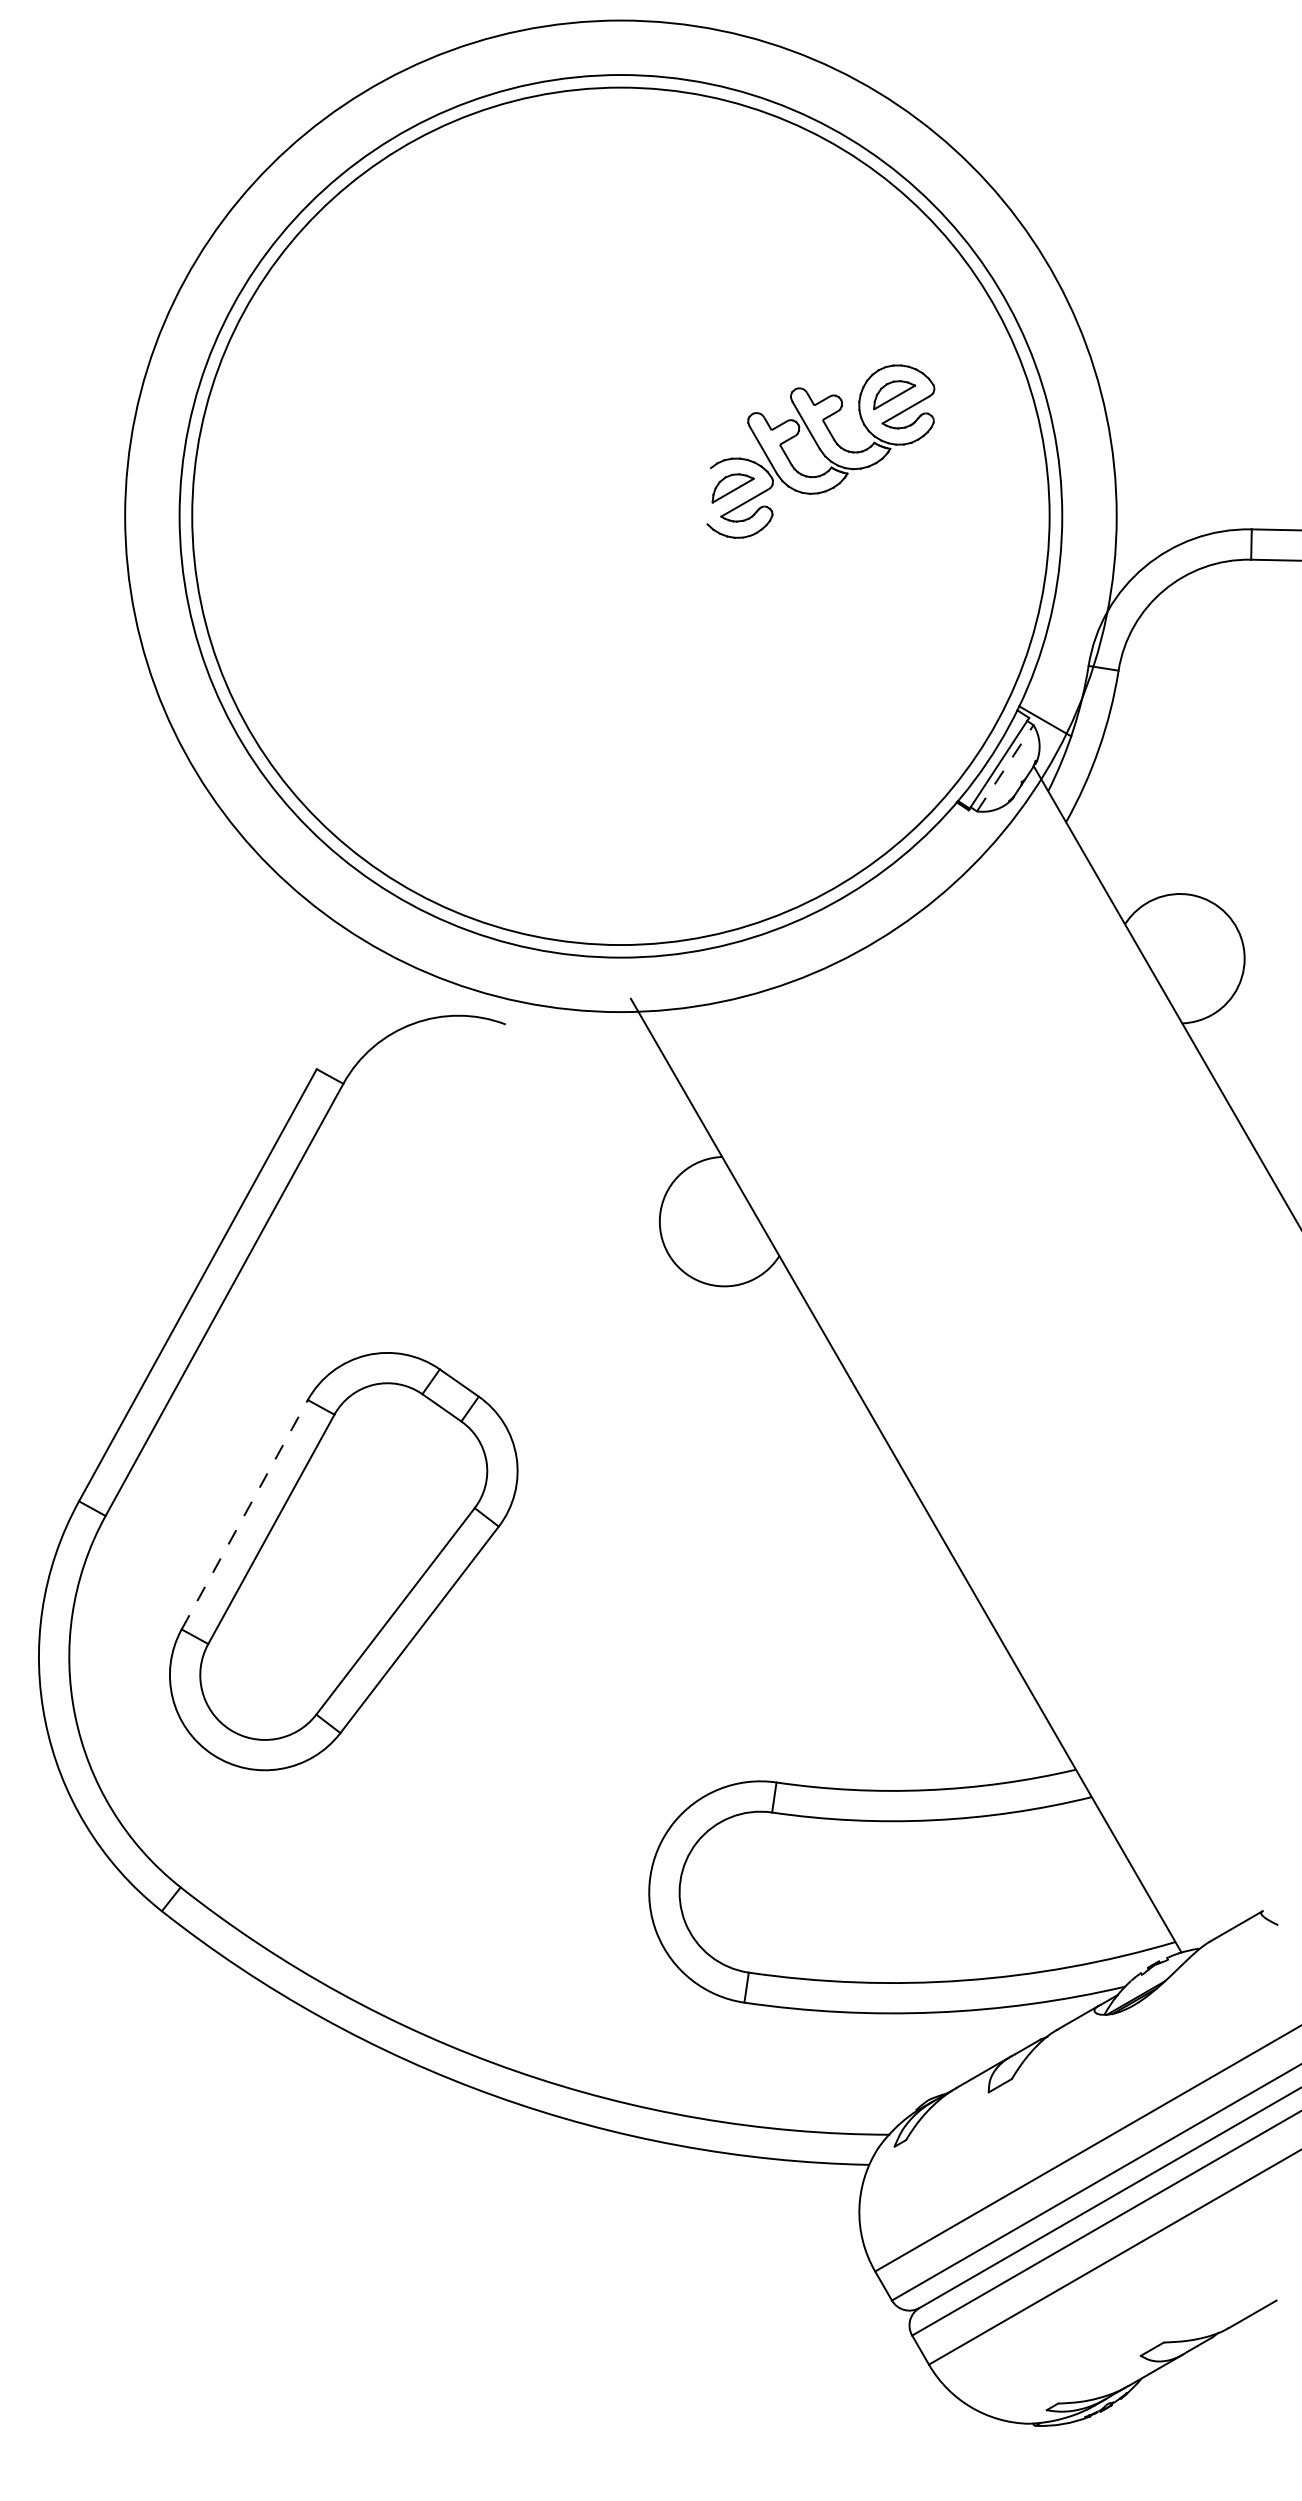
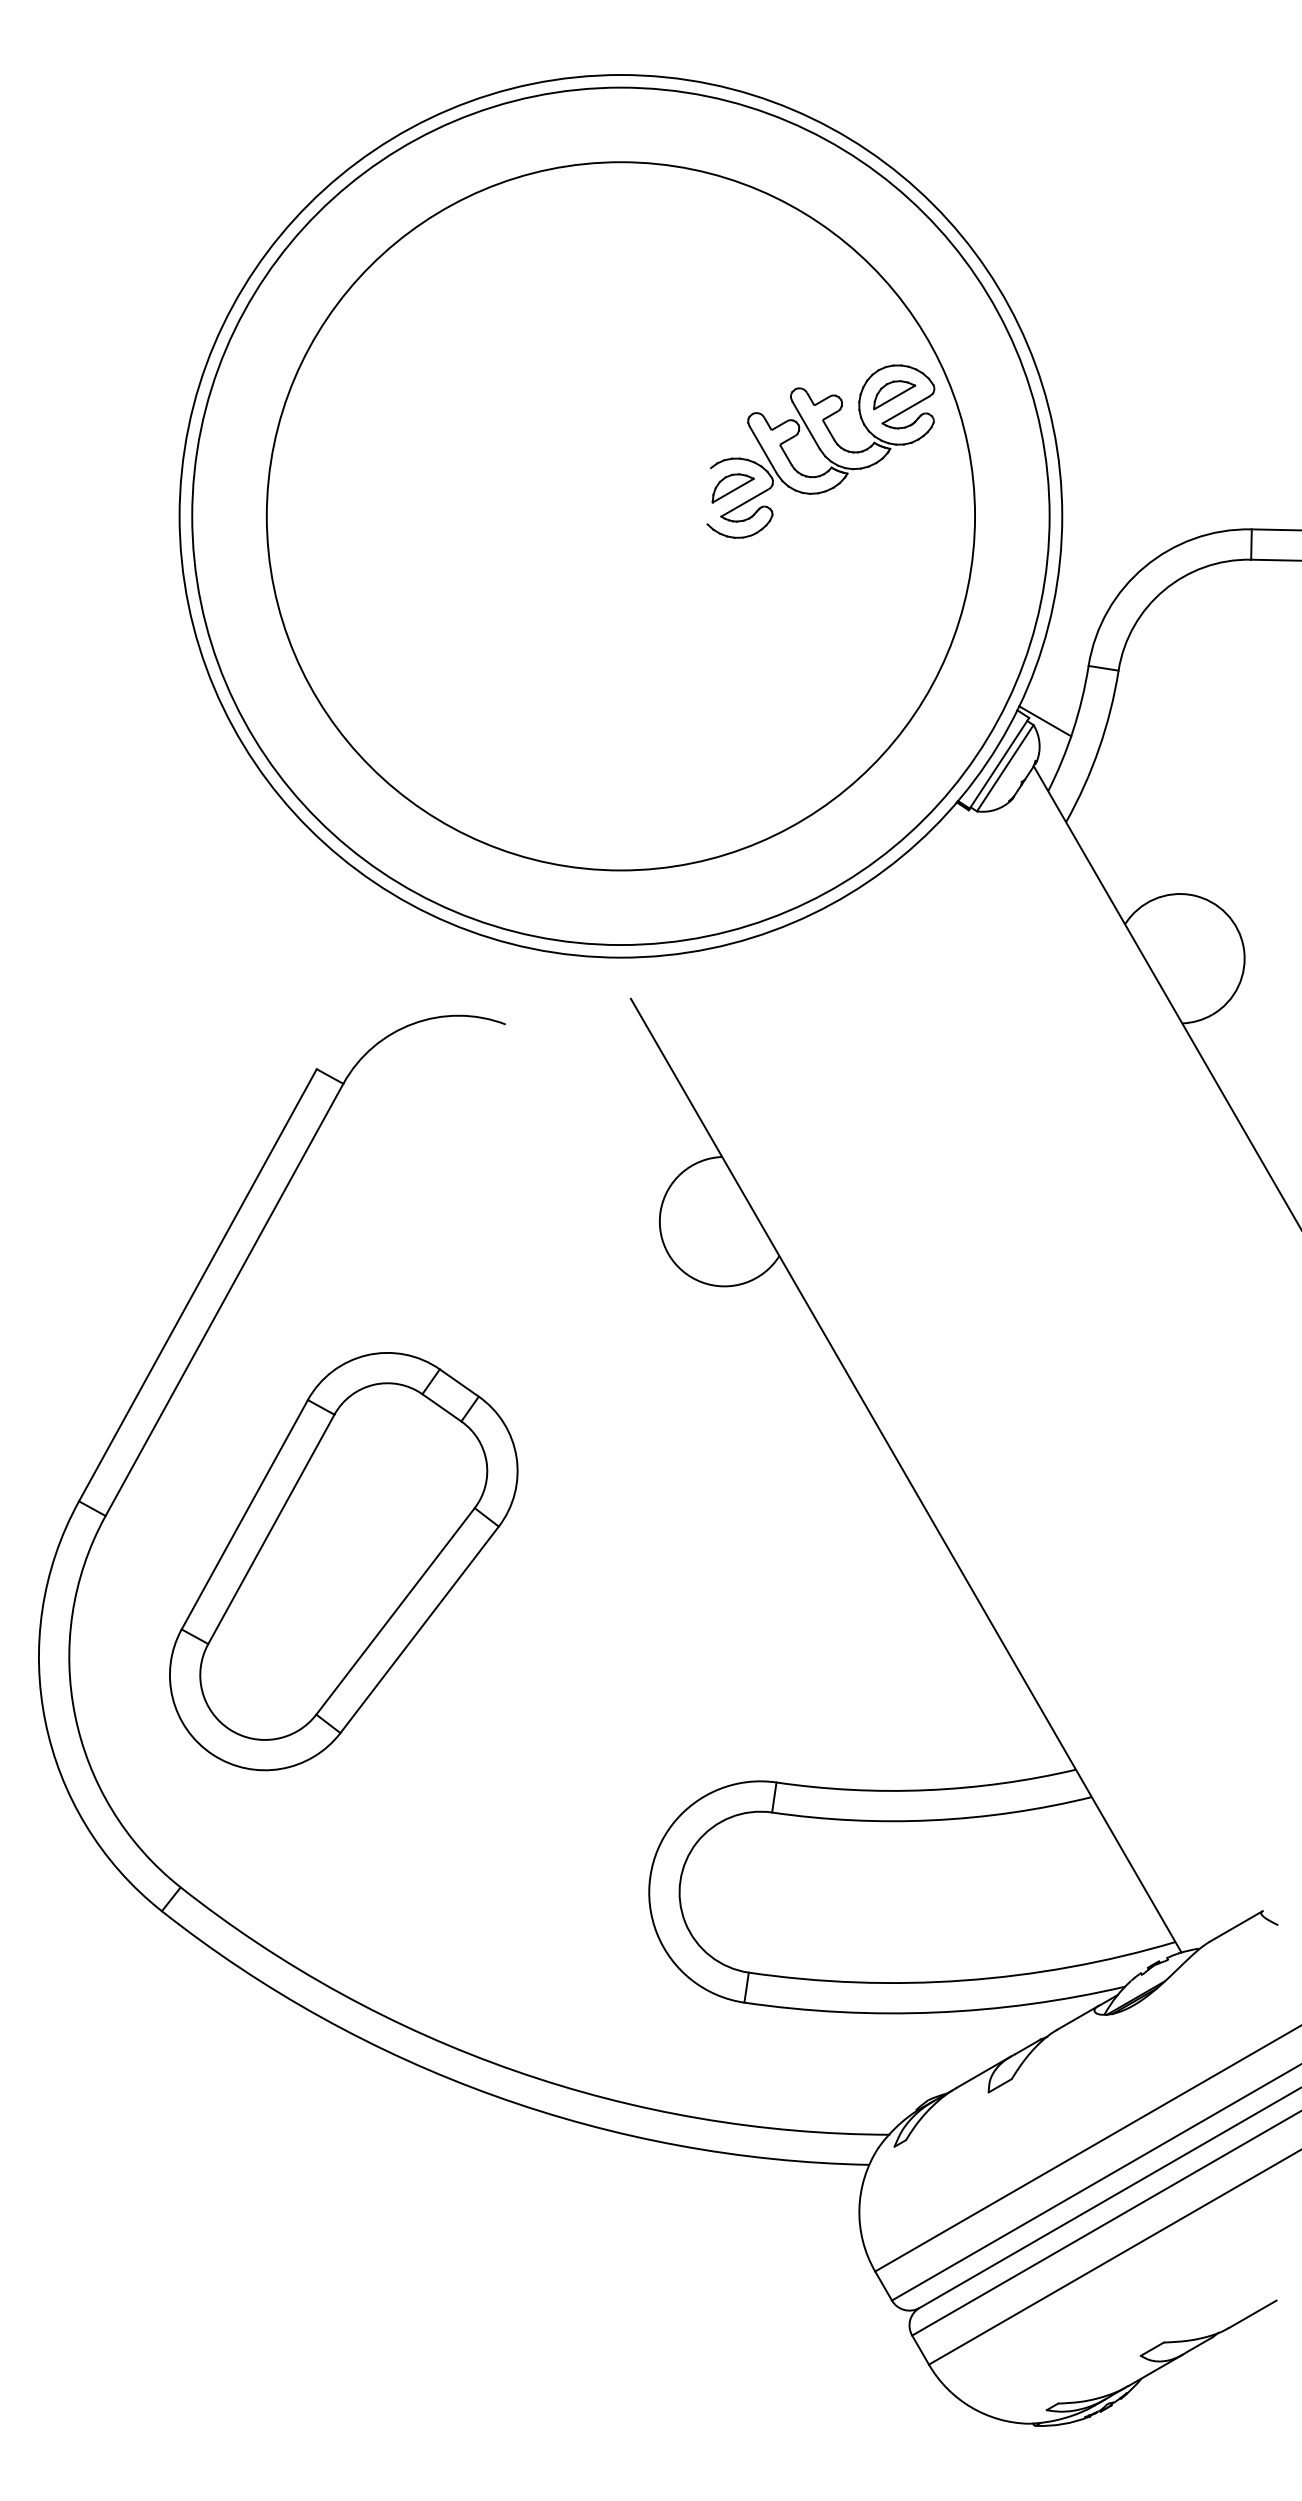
circle at (620, 516) diameter: 992 px -> 708 px
line at (1005, 768): dashed -> solid
line at (244, 1514): dashed -> solid
